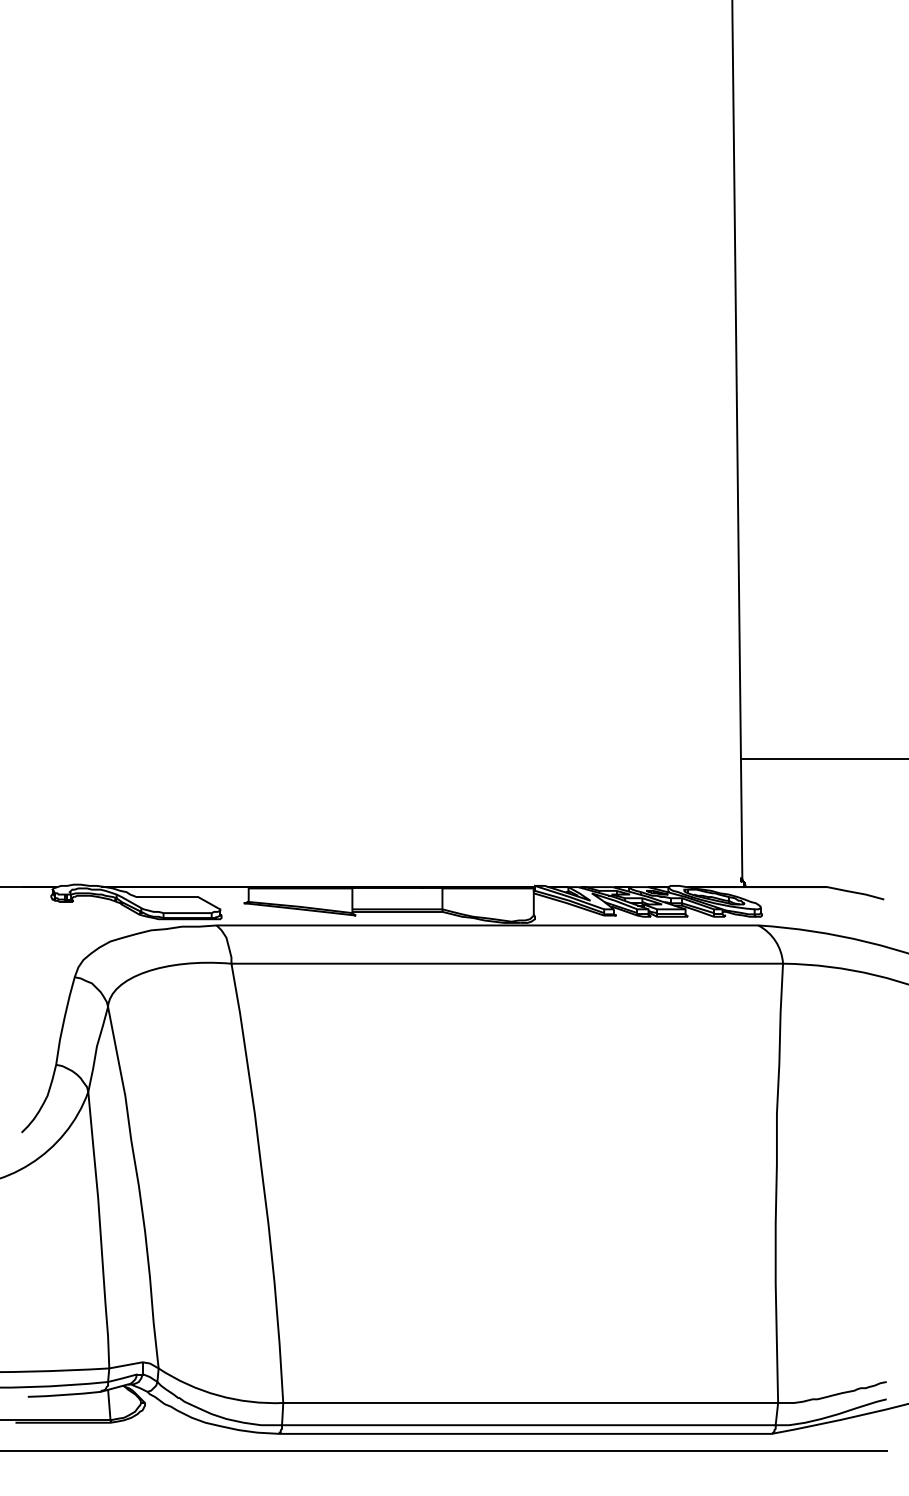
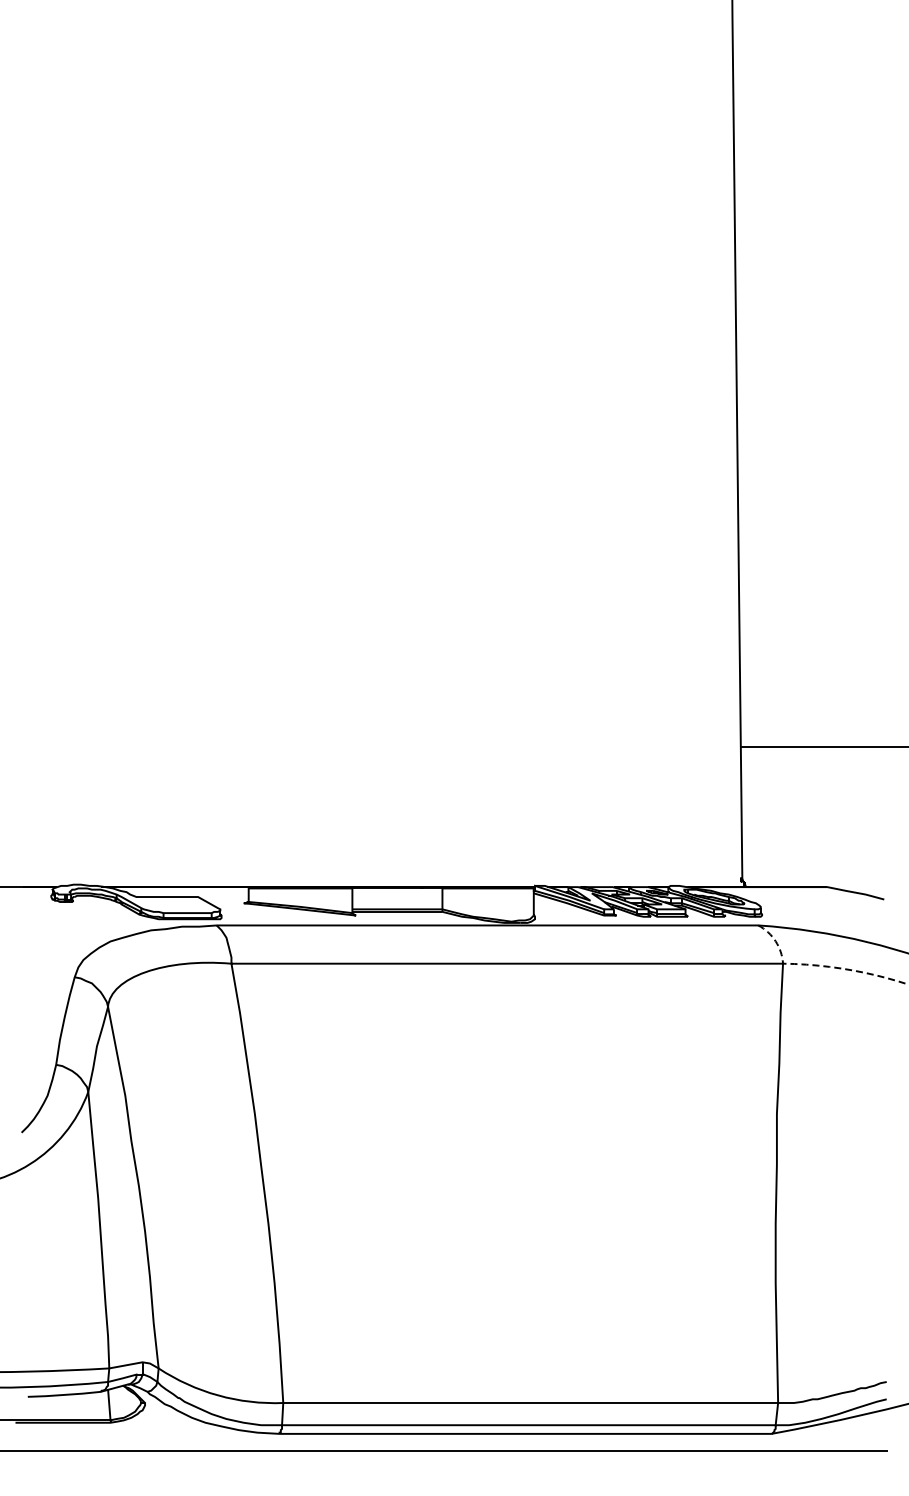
line at (823, 759) position: (823, 759) -> (823, 747)
line at (820, 965): solid -> dashed
